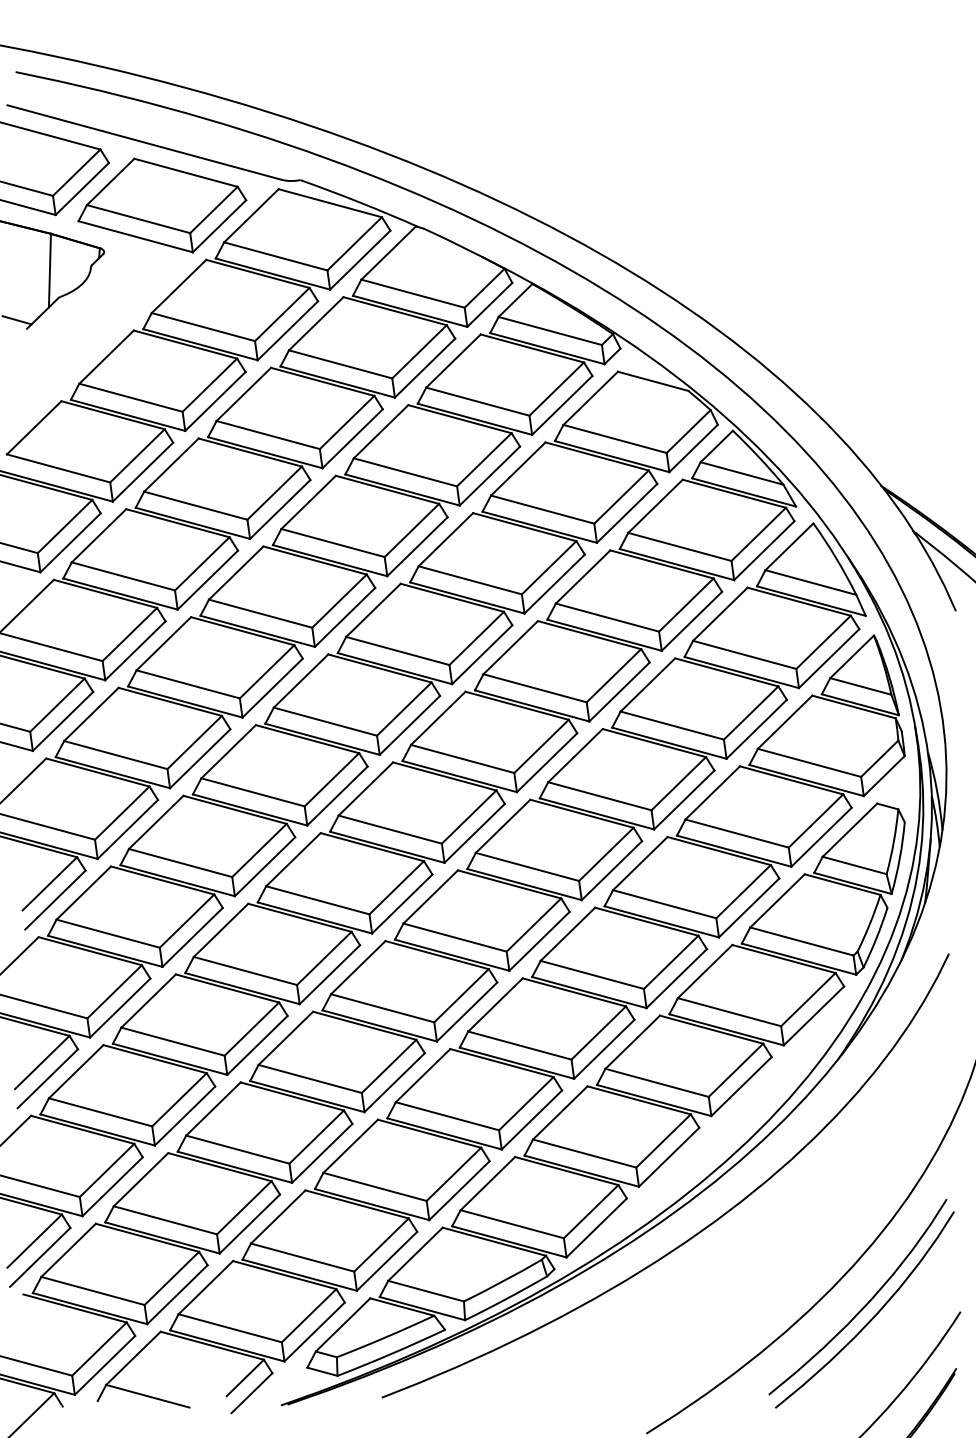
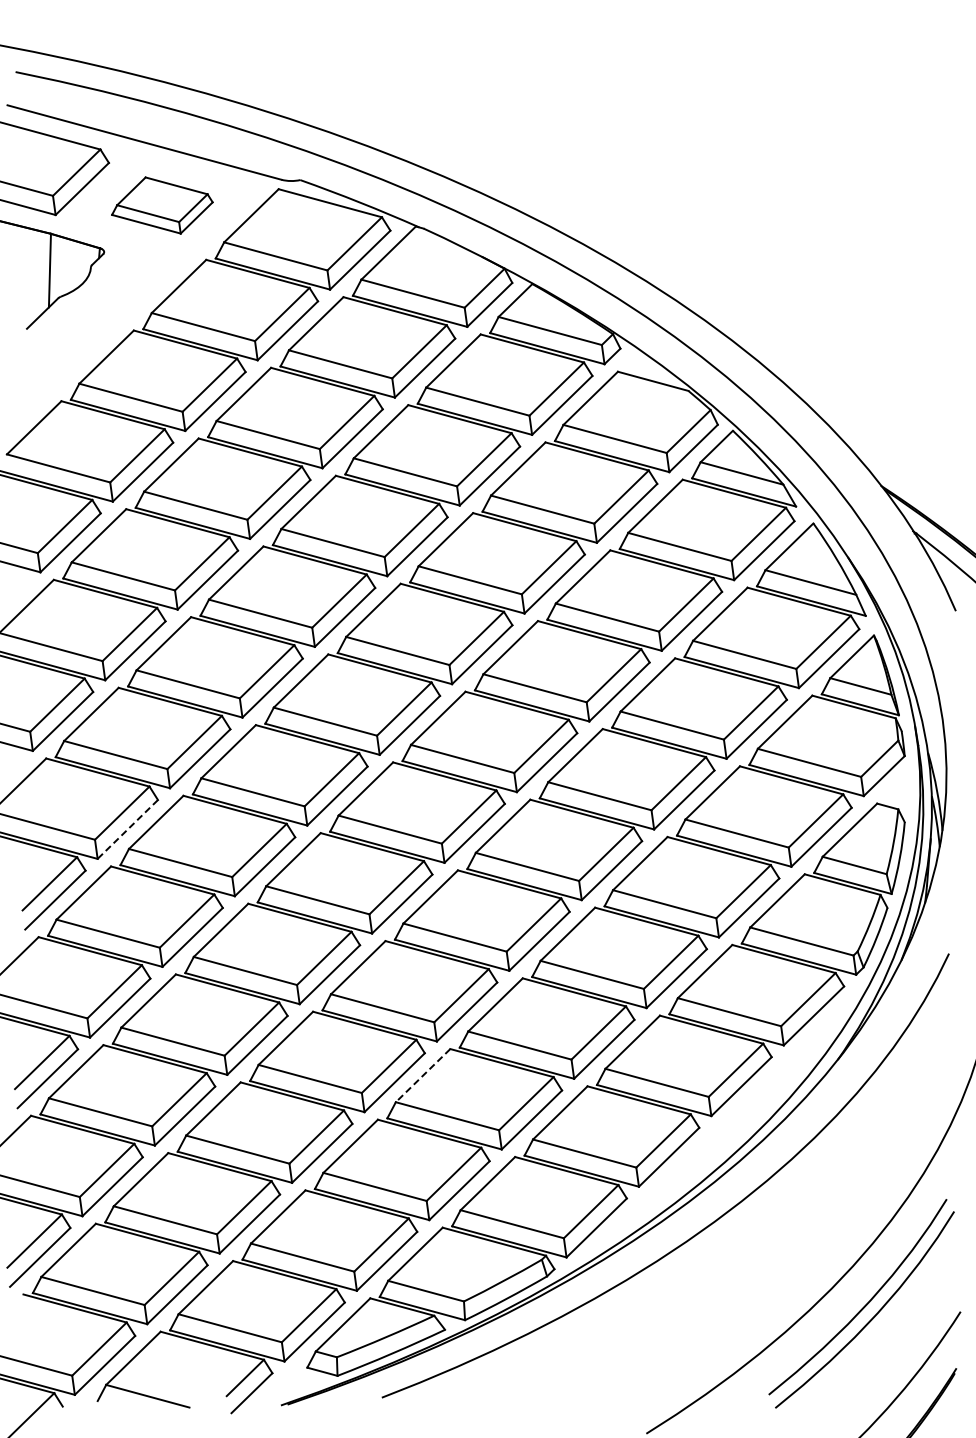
part at (162, 205) size: 171x97 px -> 103x59 px
line at (16, 320): present -> none
line at (127, 829): solid -> dashed
line at (422, 1075): solid -> dashed
